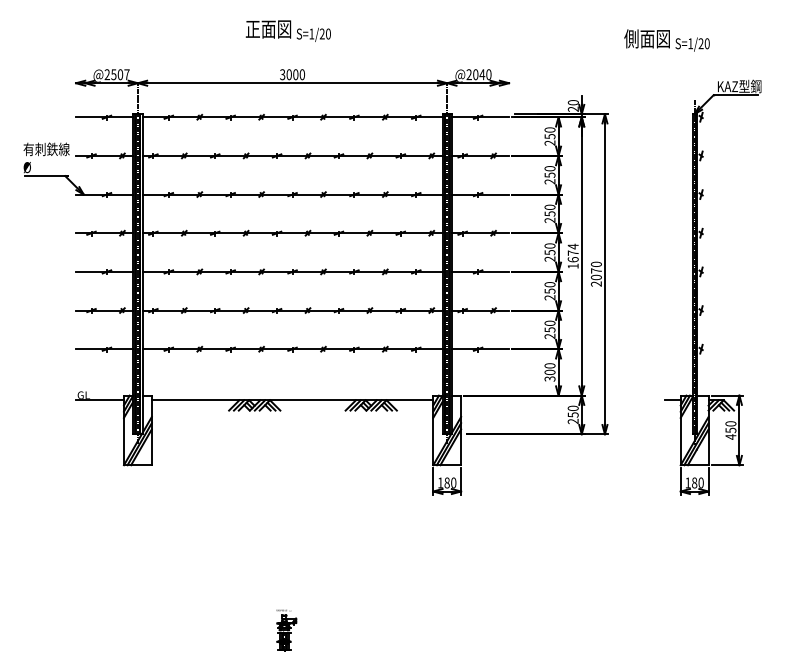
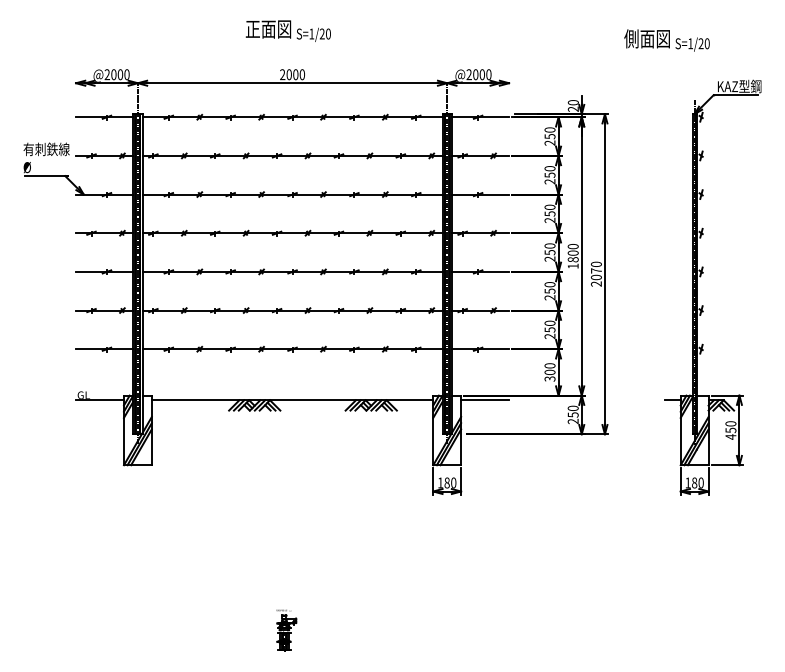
text at (120, 74): @2507 -> @2000
text at (482, 74): @2040 -> @2000
text at (282, 75): 3000 -> 2000
text at (572, 252): 1674 -> 1800
line at (485, 400): none -> present
